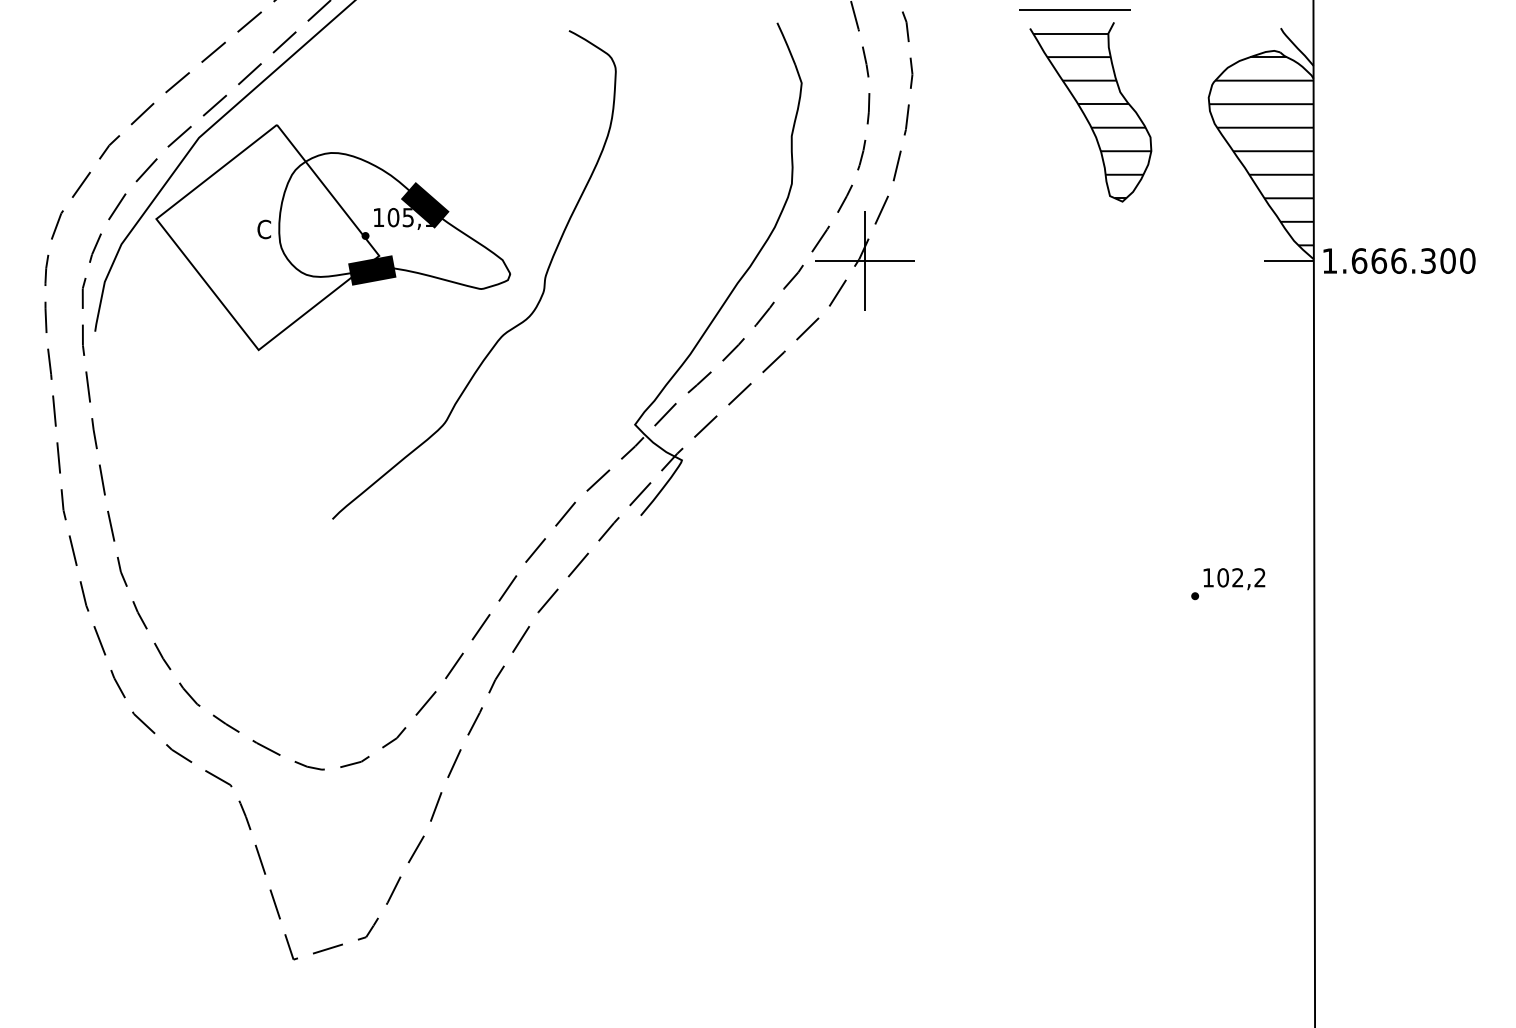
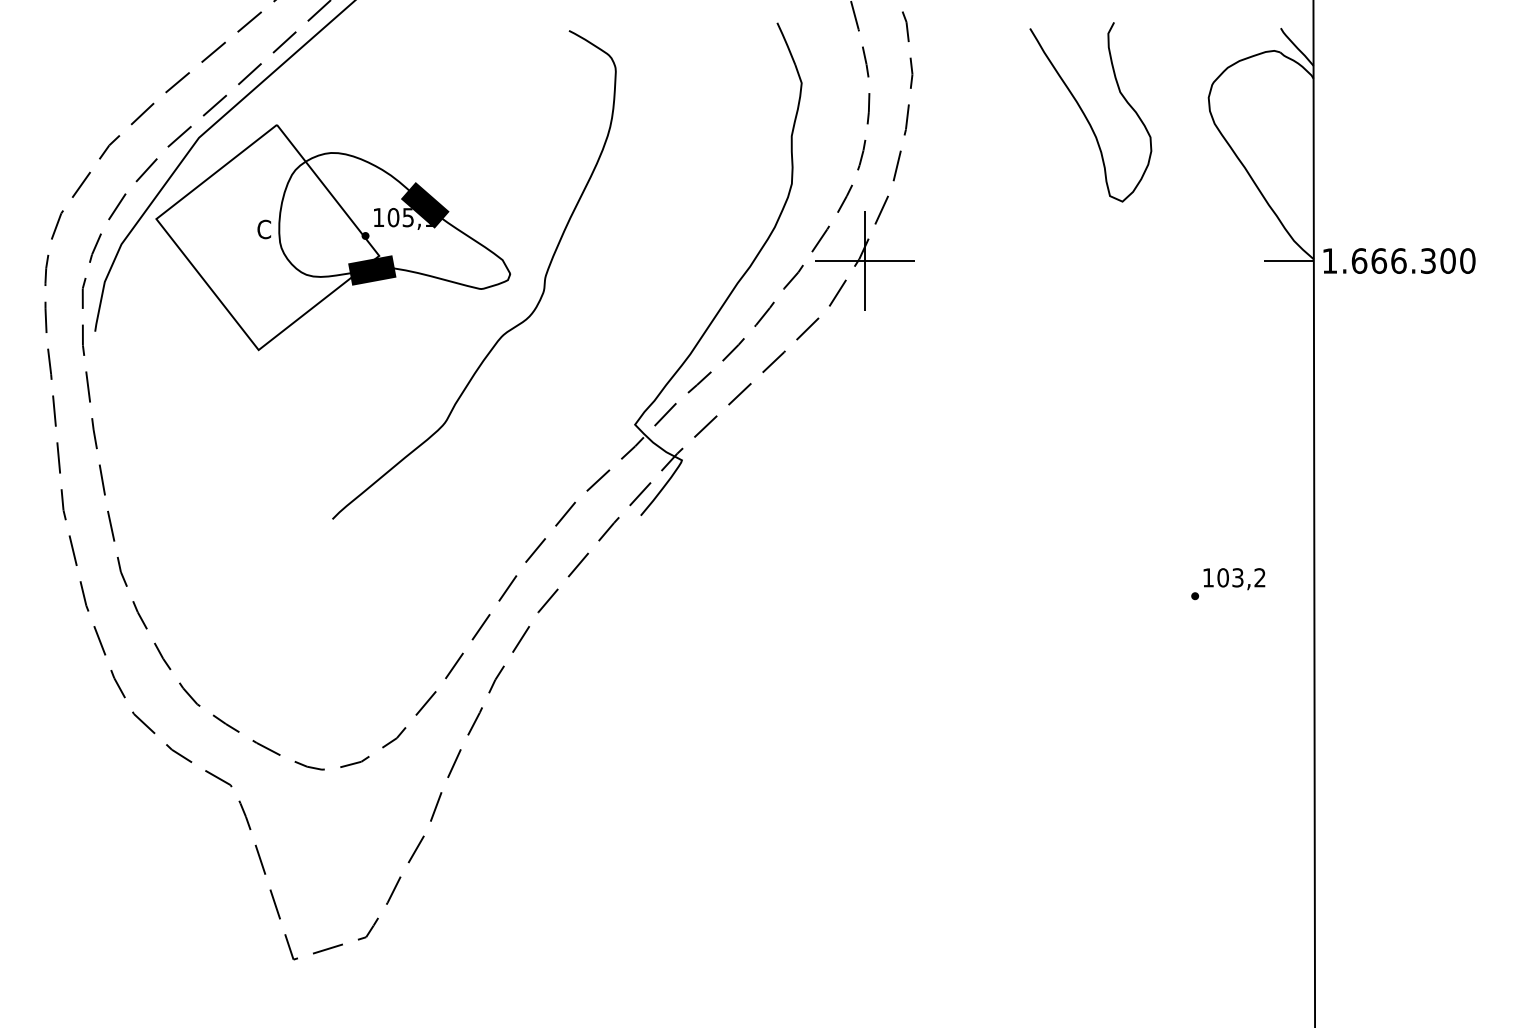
hatch at (1084, 104): present -> none
hatch at (1261, 151): present -> none
text at (1237, 577): 102,2 -> 103,2
